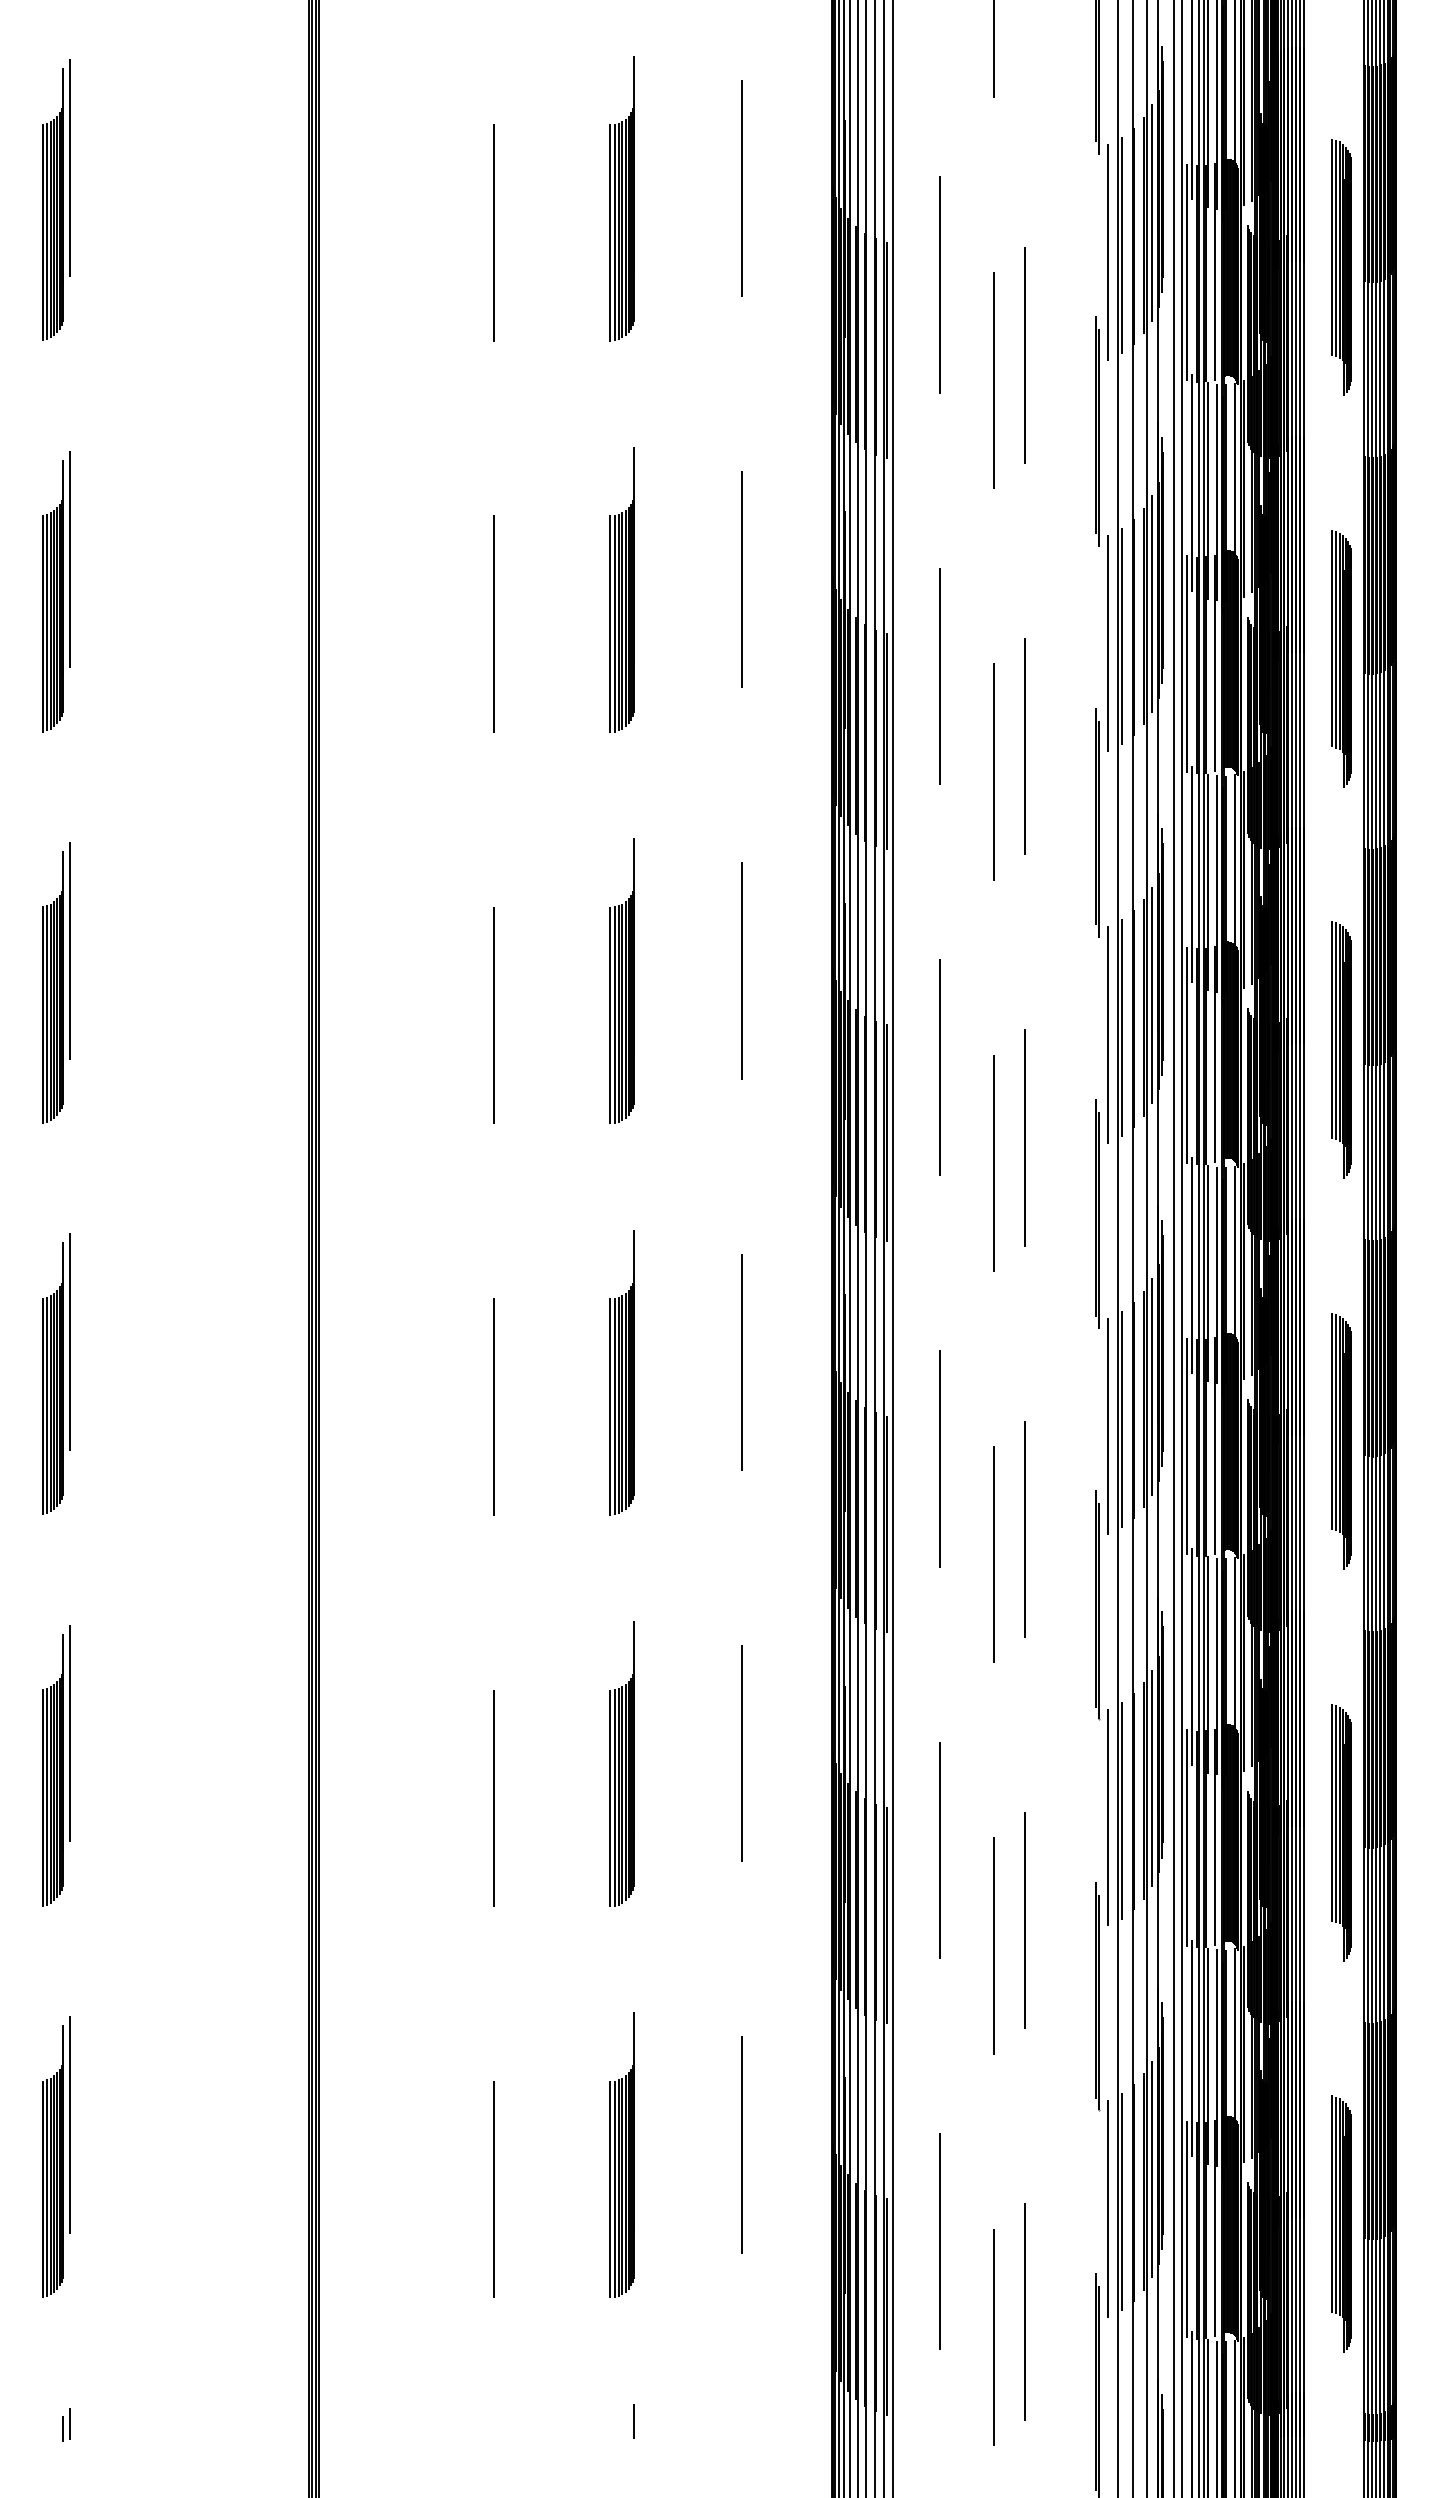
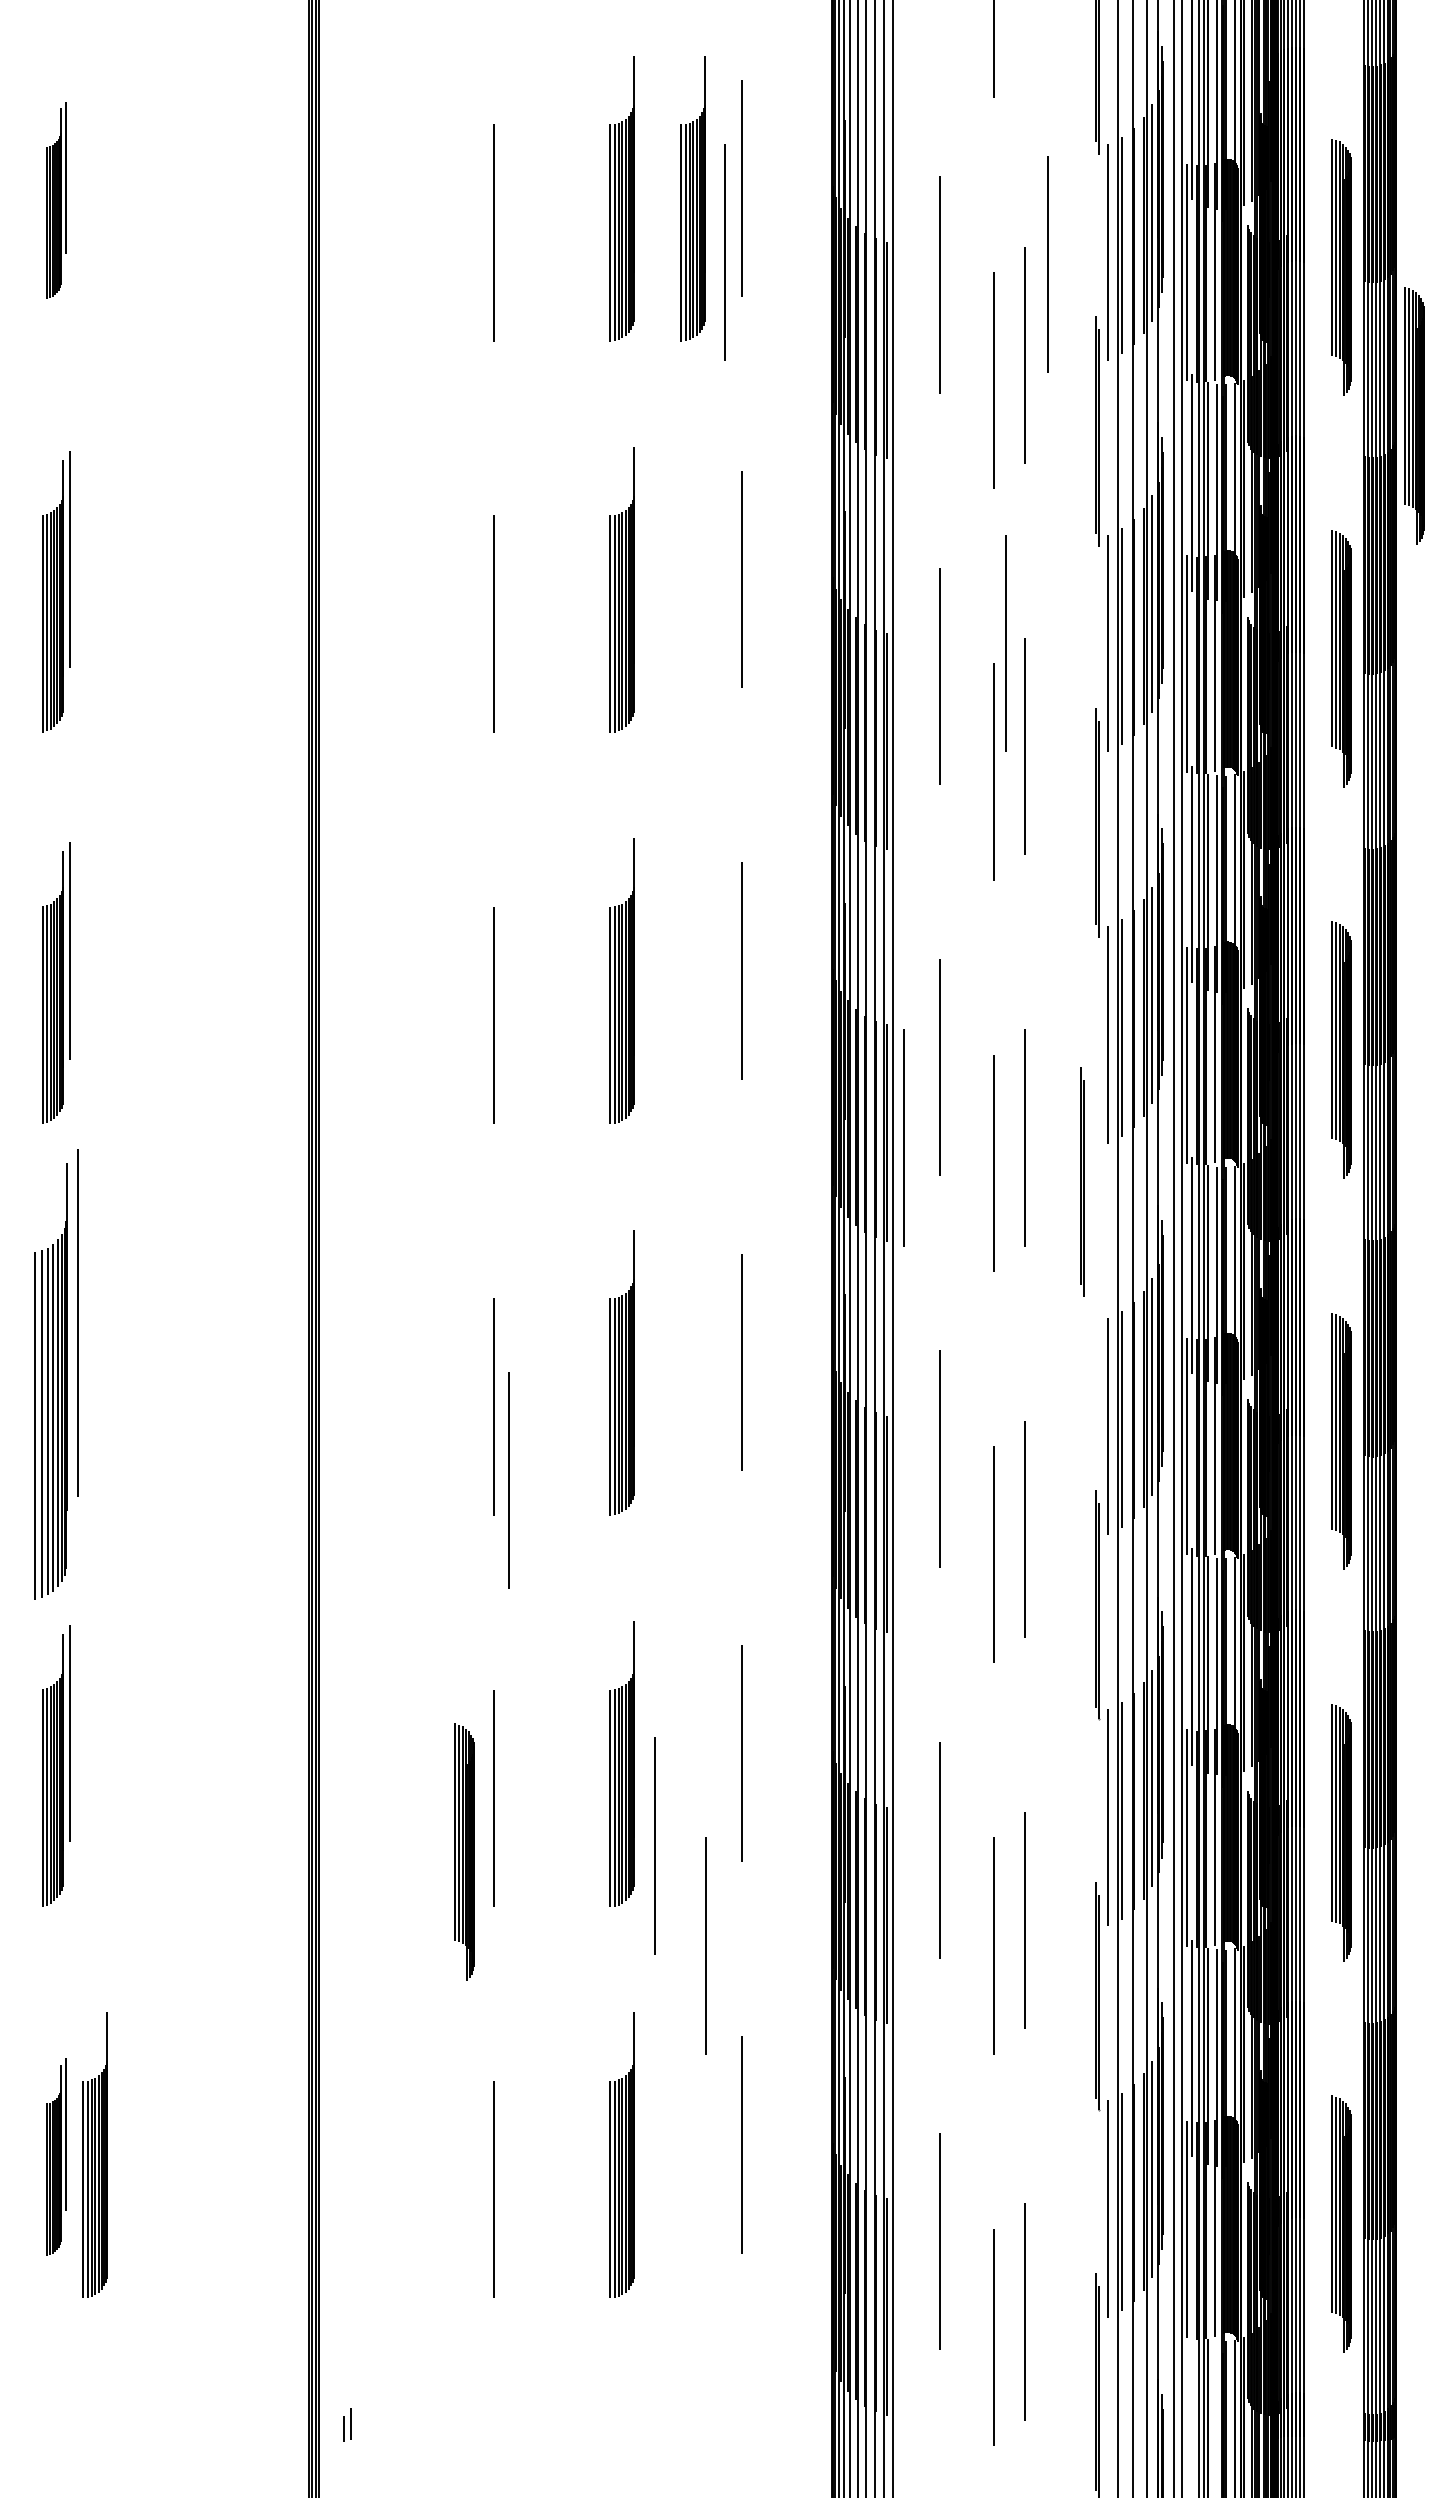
part at (692, 198): none -> present
part at (56, 199) size: 29x282 px -> 21x197 px
line at (724, 252): none -> present
line at (1047, 264): none -> present
part at (1414, 415): none -> present
line at (1005, 643): none -> present
line at (903, 1137): none -> present
line at (1096, 1213) position: (1096, 1213) -> (1081, 1181)
part at (56, 1373) size: 29x282 px -> 45x451 px
line at (508, 1480): none -> present
line at (654, 1845): none -> present
part at (464, 1851): none -> present
line at (705, 1945): none -> present
part at (94, 2154): none -> present
part at (56, 2156) size: 29x282 px -> 21x198 px
line at (1191, 2412): present -> none
line at (1216, 2417): present -> none
line at (633, 2421): present -> none
part at (66, 2424) position: (66, 2424) -> (347, 2424)
